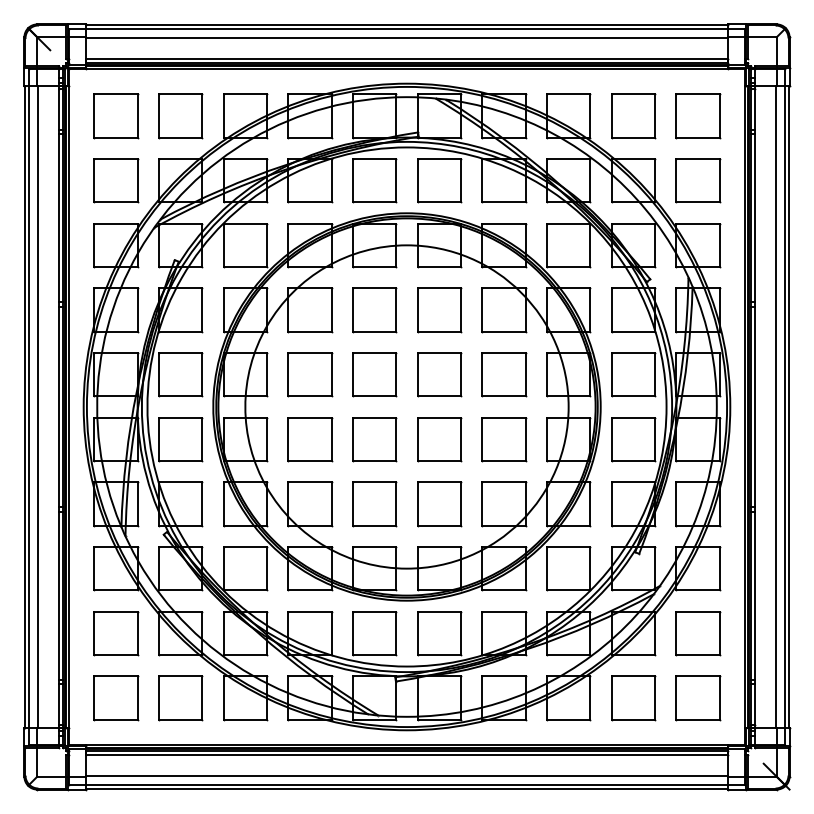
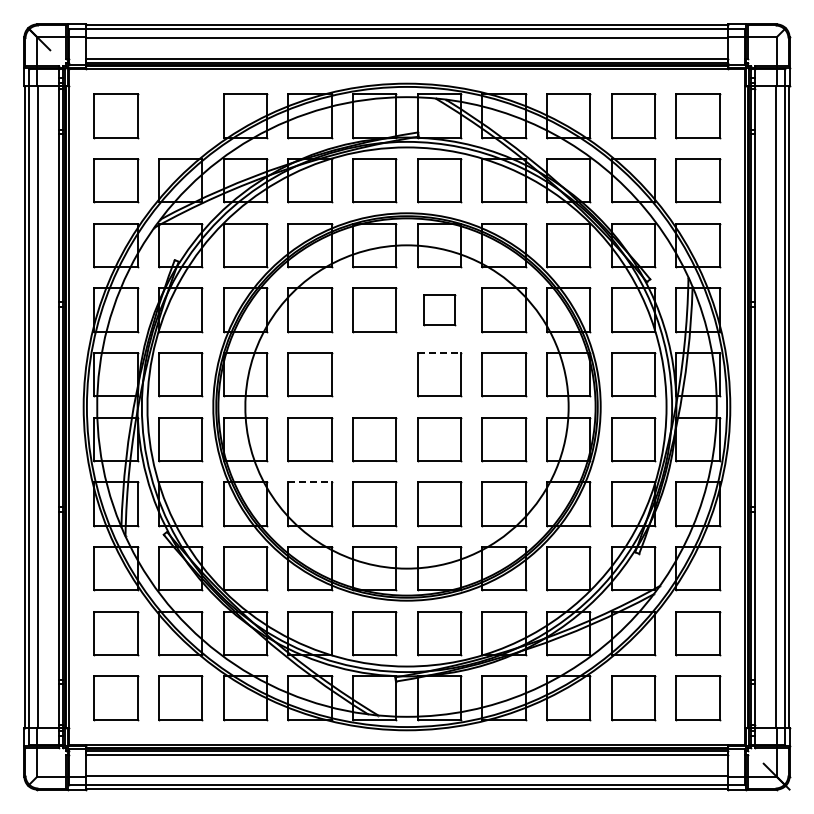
part at (180, 116): present -> none
part at (439, 310) size: 46x47 px -> 34x33 px
line at (439, 353): solid -> dashed
part at (374, 374): present -> none
line at (310, 482): solid -> dashed
